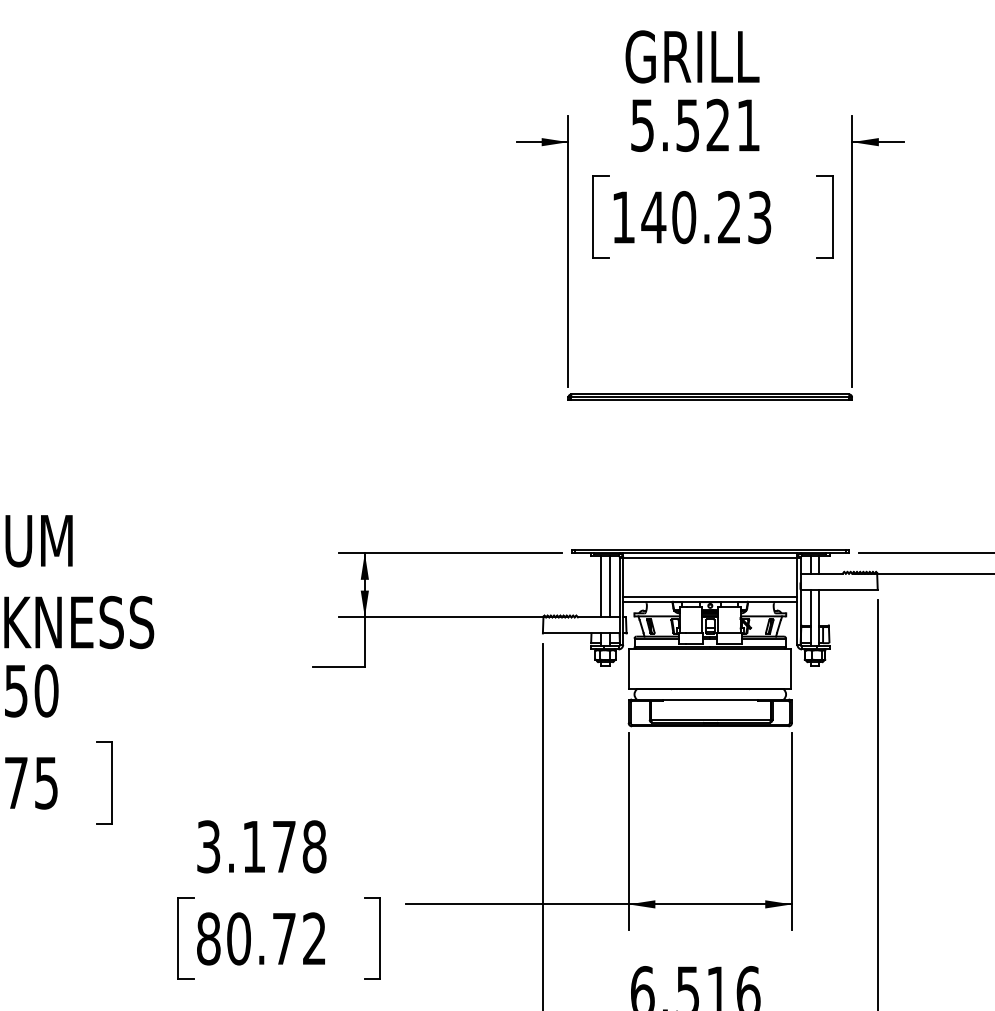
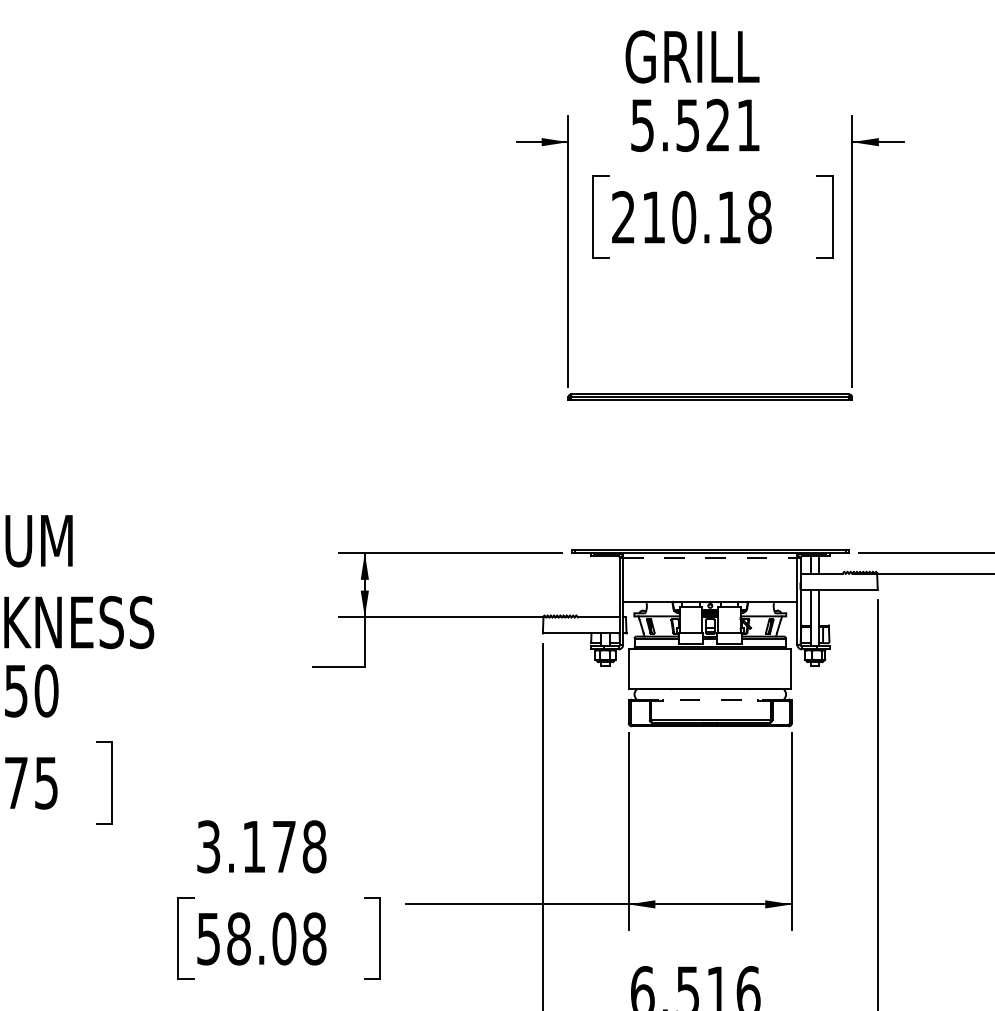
text at (691, 217): 140.23 -> 210.18
line at (710, 557): solid -> dashed
line at (601, 586): present -> none
line at (609, 586): present -> none
line at (710, 597): present -> none
line at (710, 699): solid -> dashed
text at (261, 938): 80.72 -> 58.08
